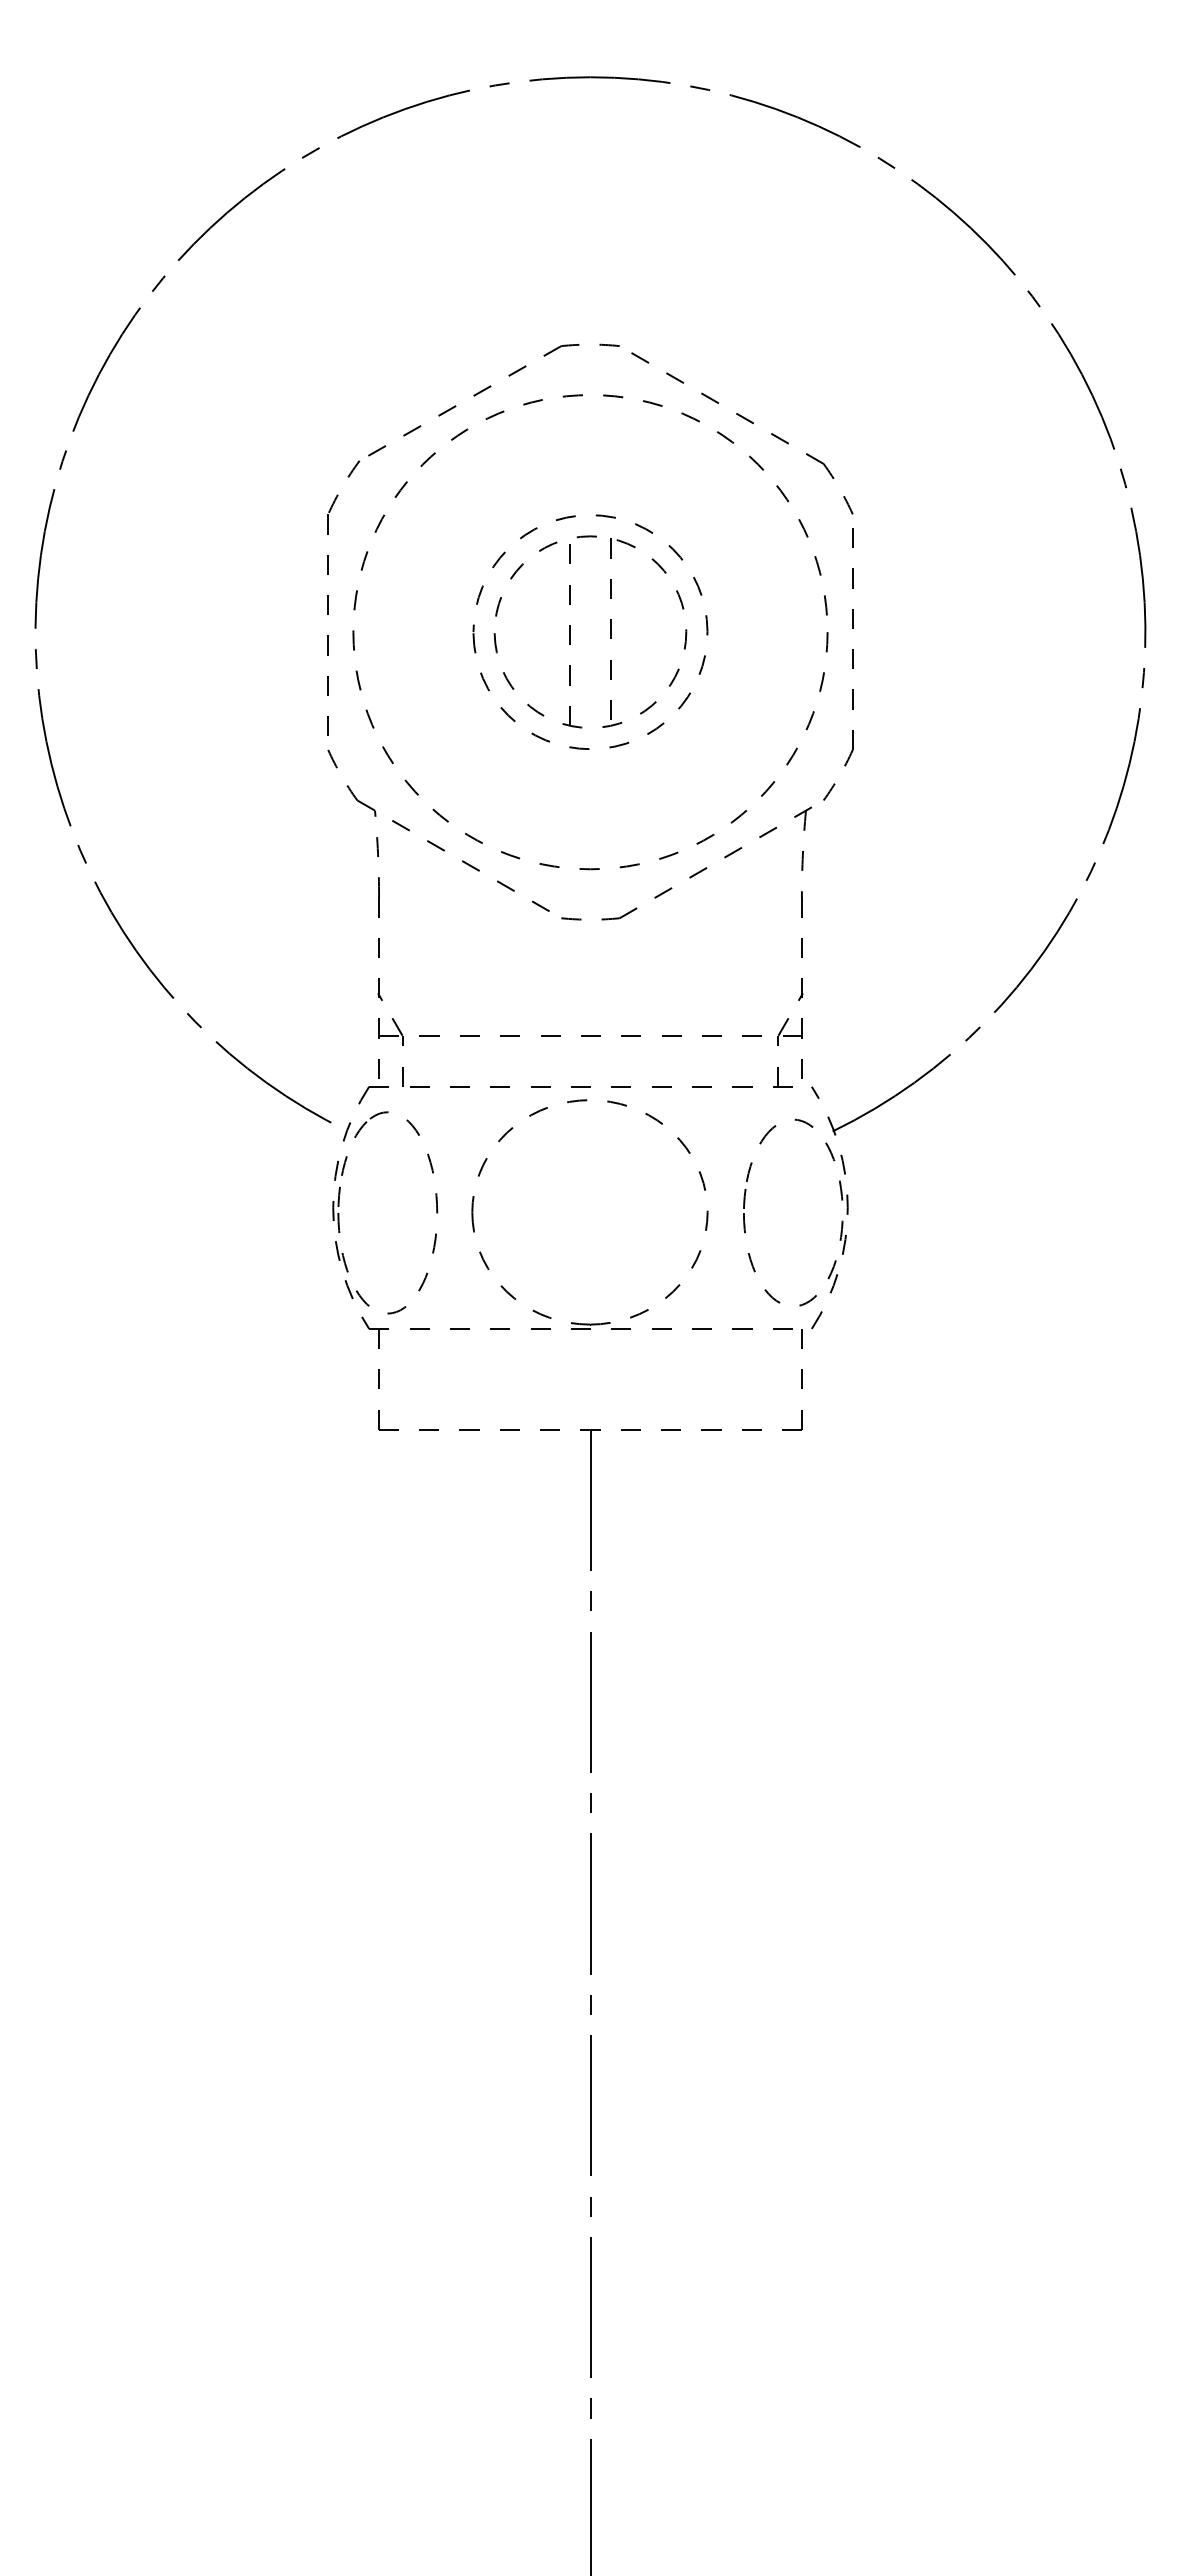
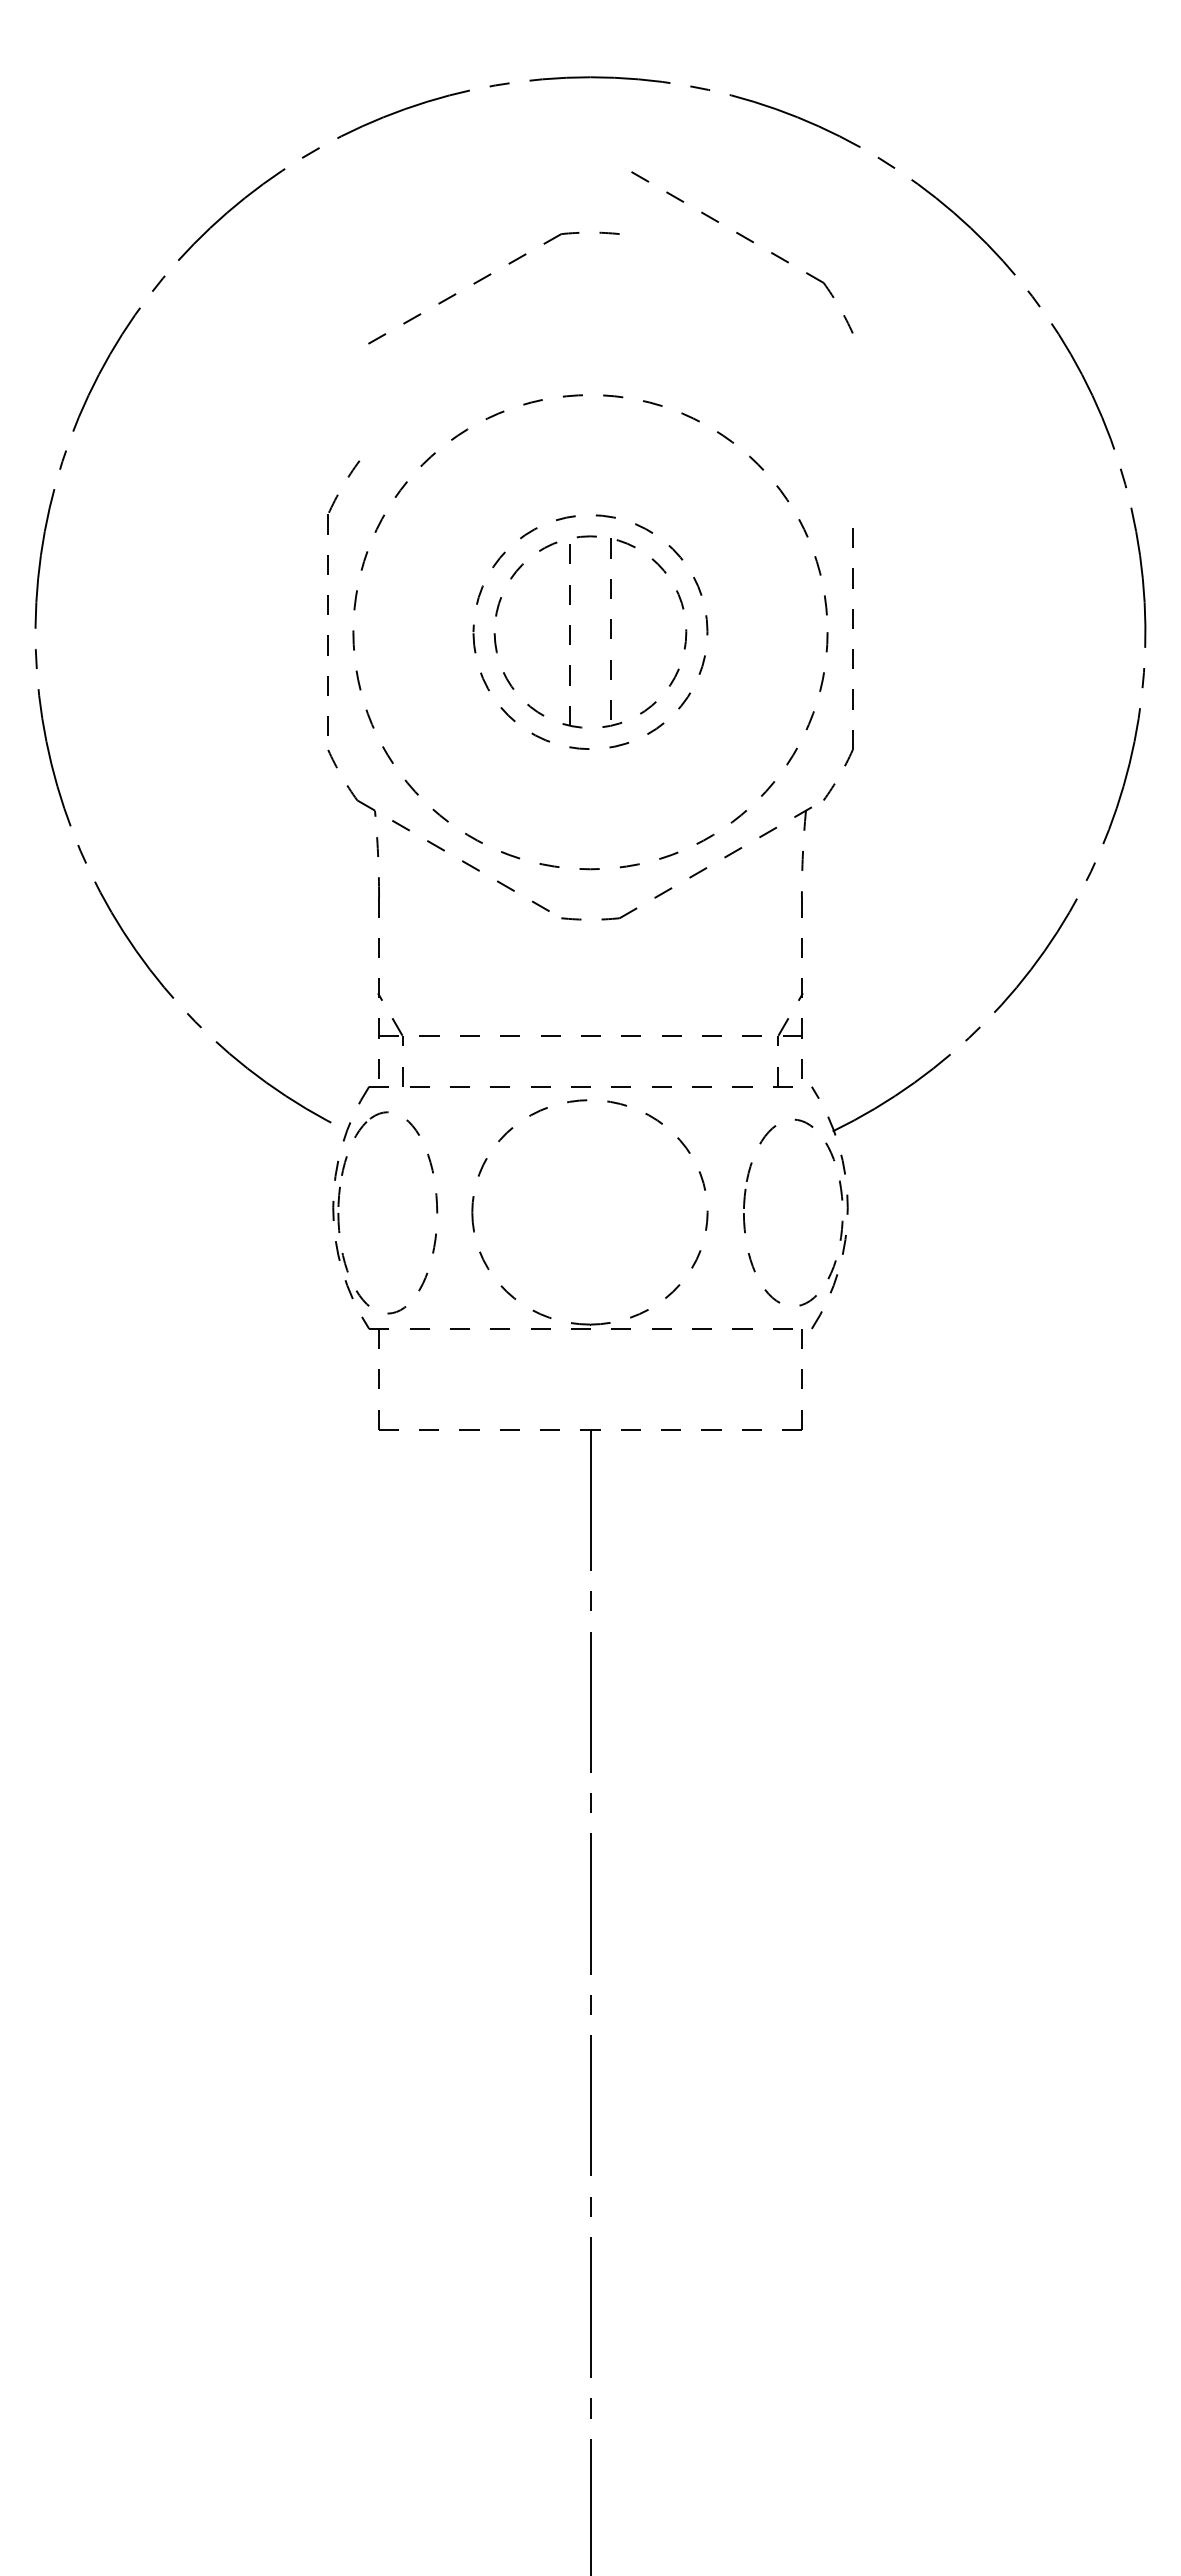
part at (487, 389) position: (487, 389) -> (487, 277)
part at (749, 422) position: (749, 422) -> (749, 241)
